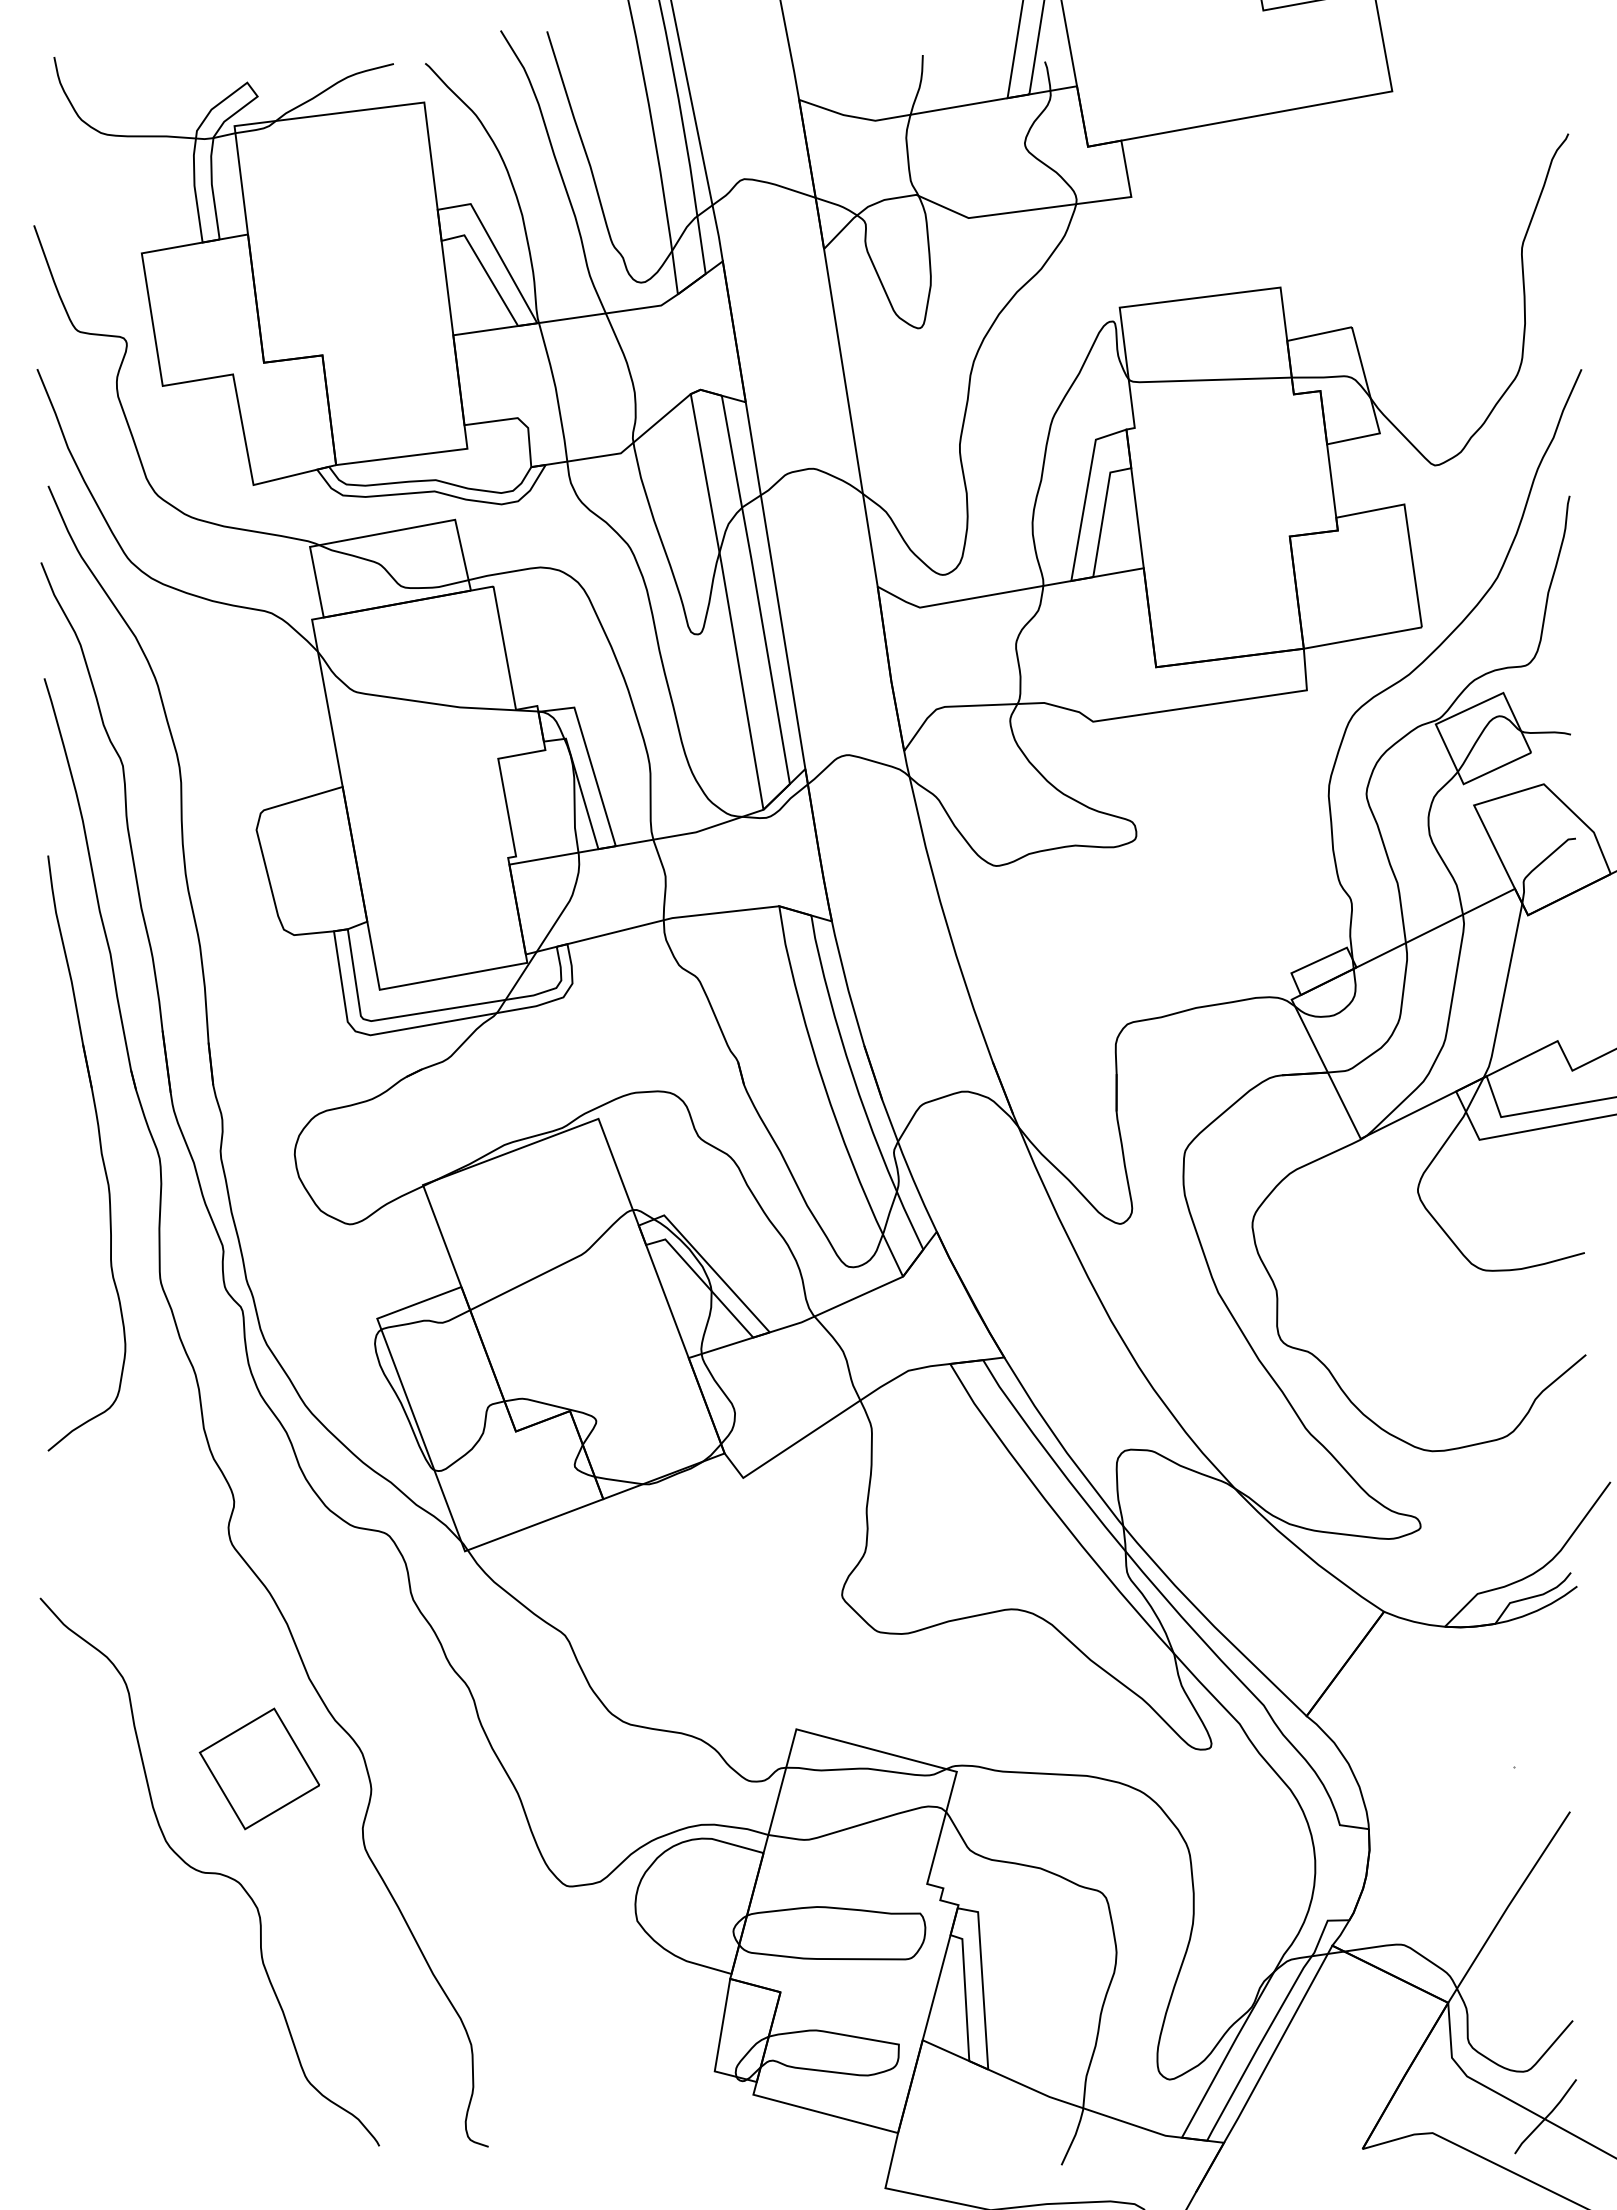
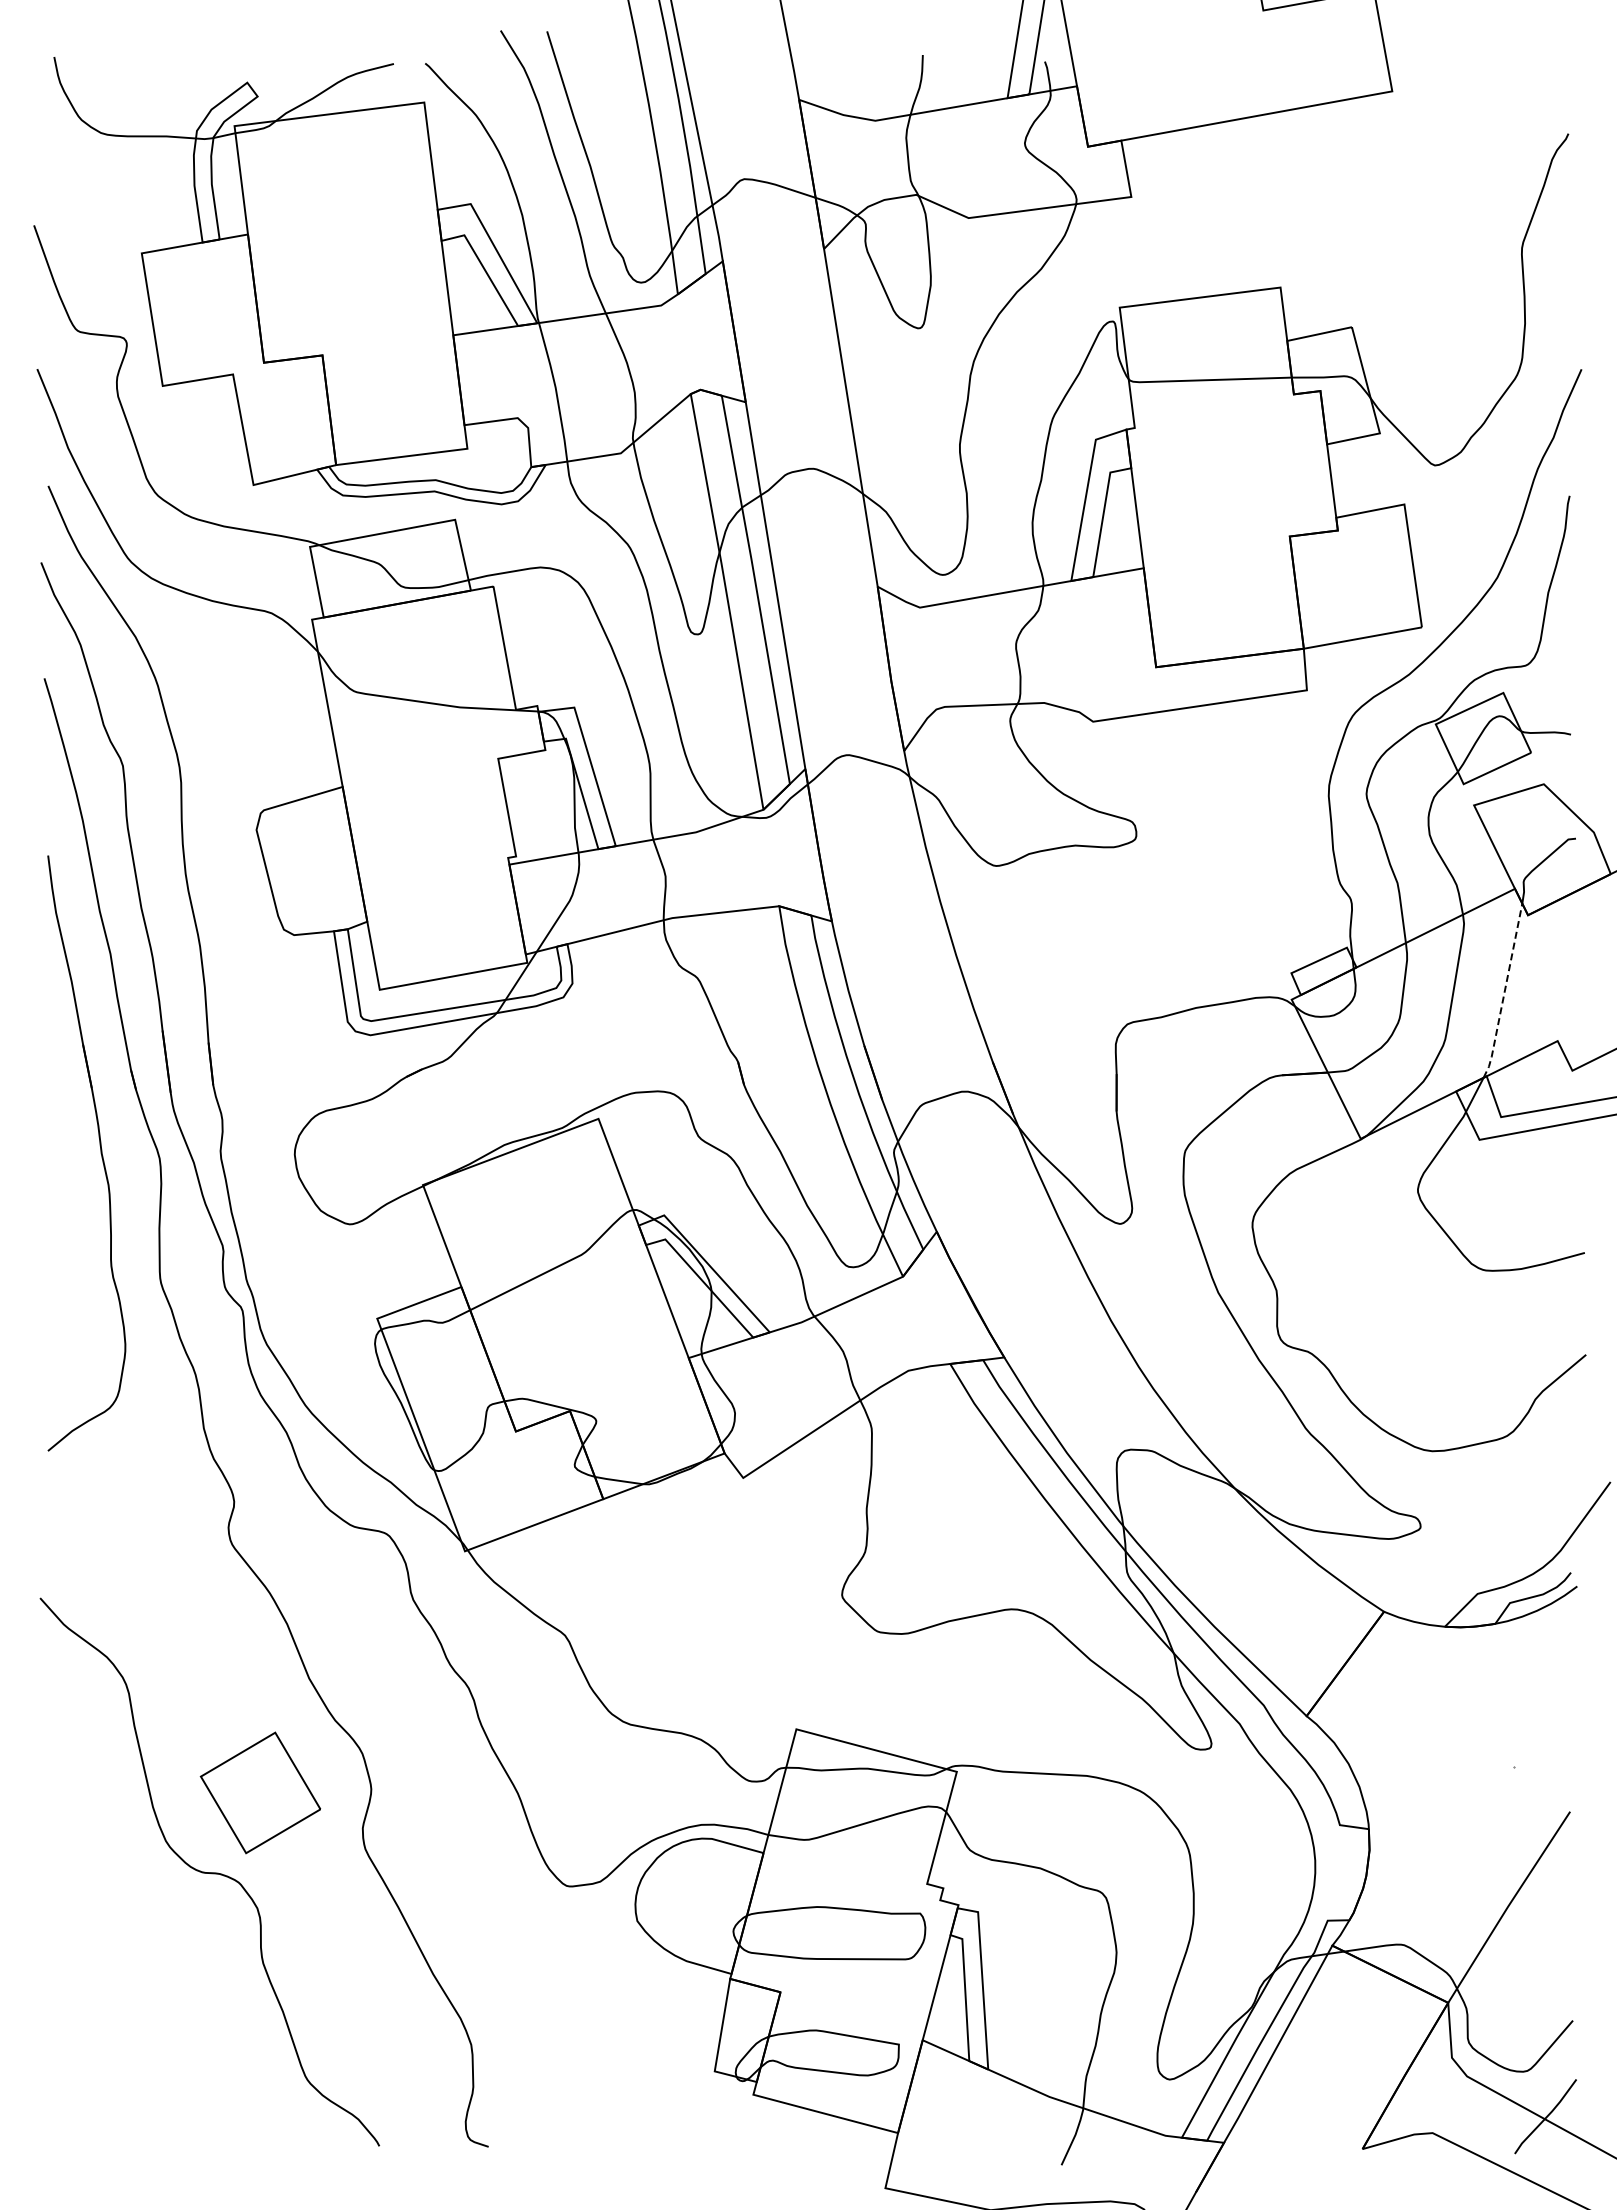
line at (1504, 992): solid -> dashed
part at (259, 1768) position: (259, 1768) -> (260, 1792)
